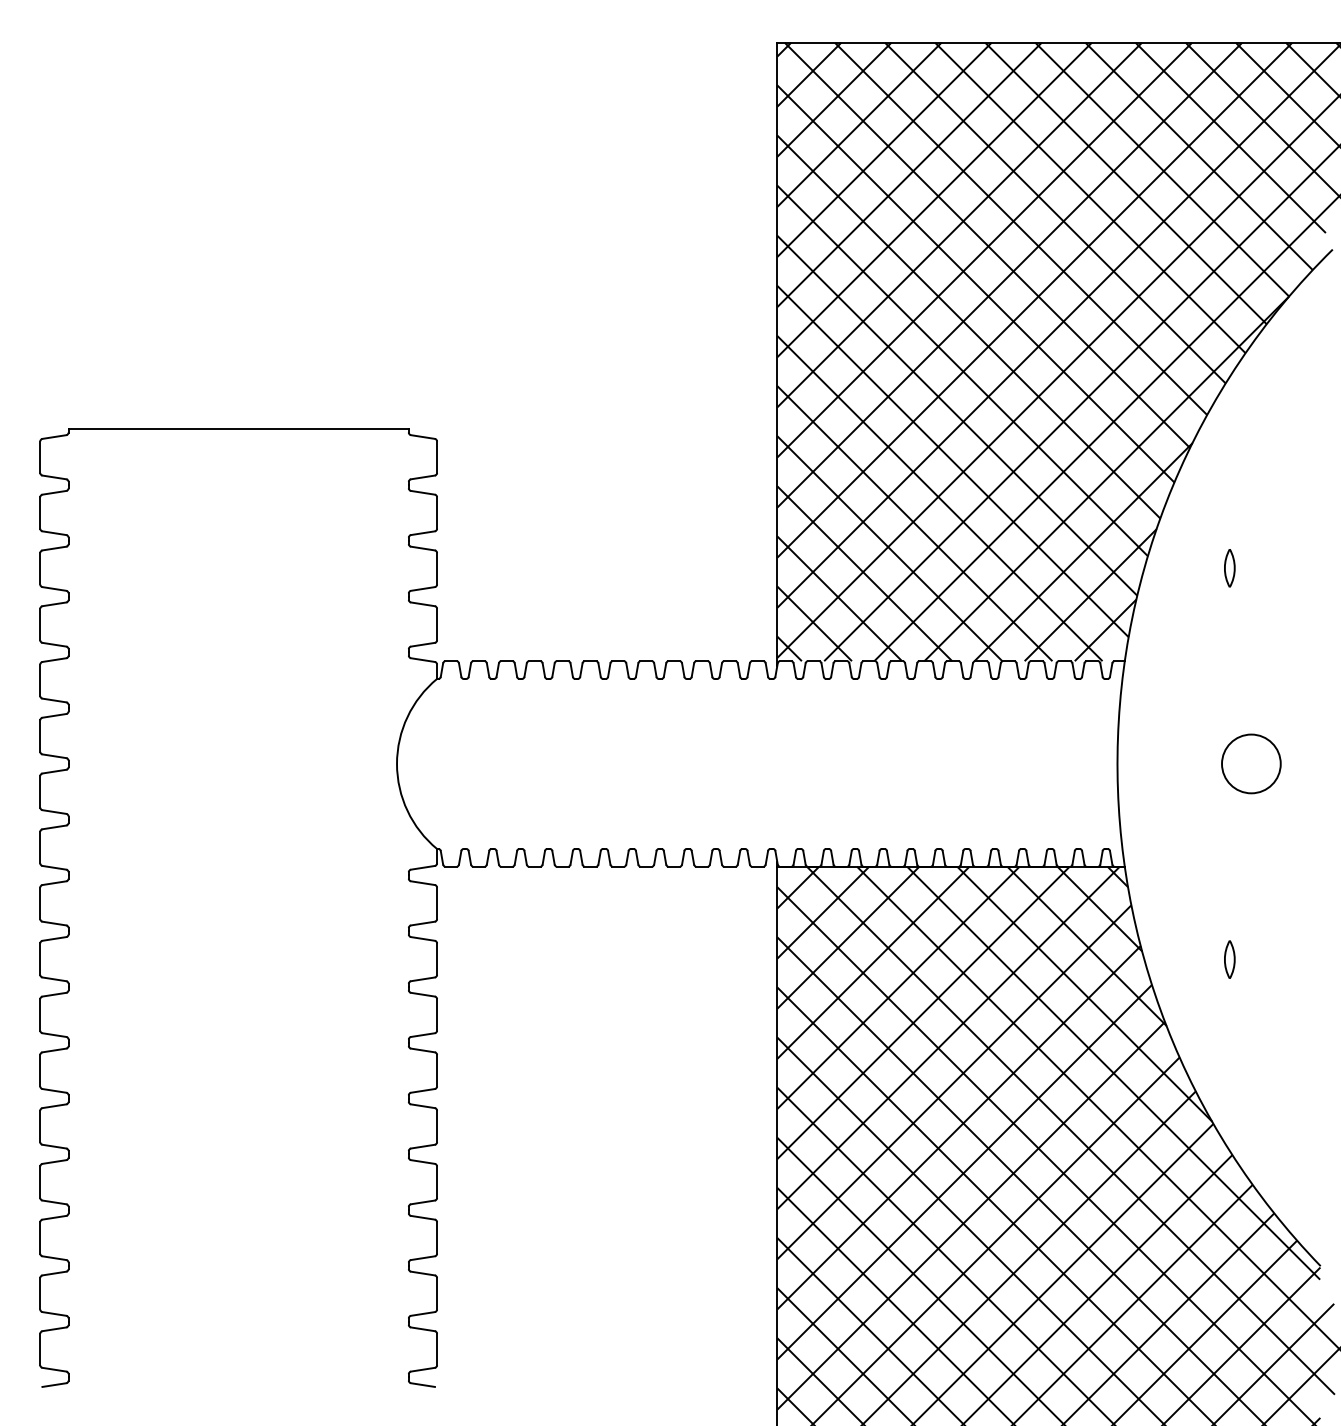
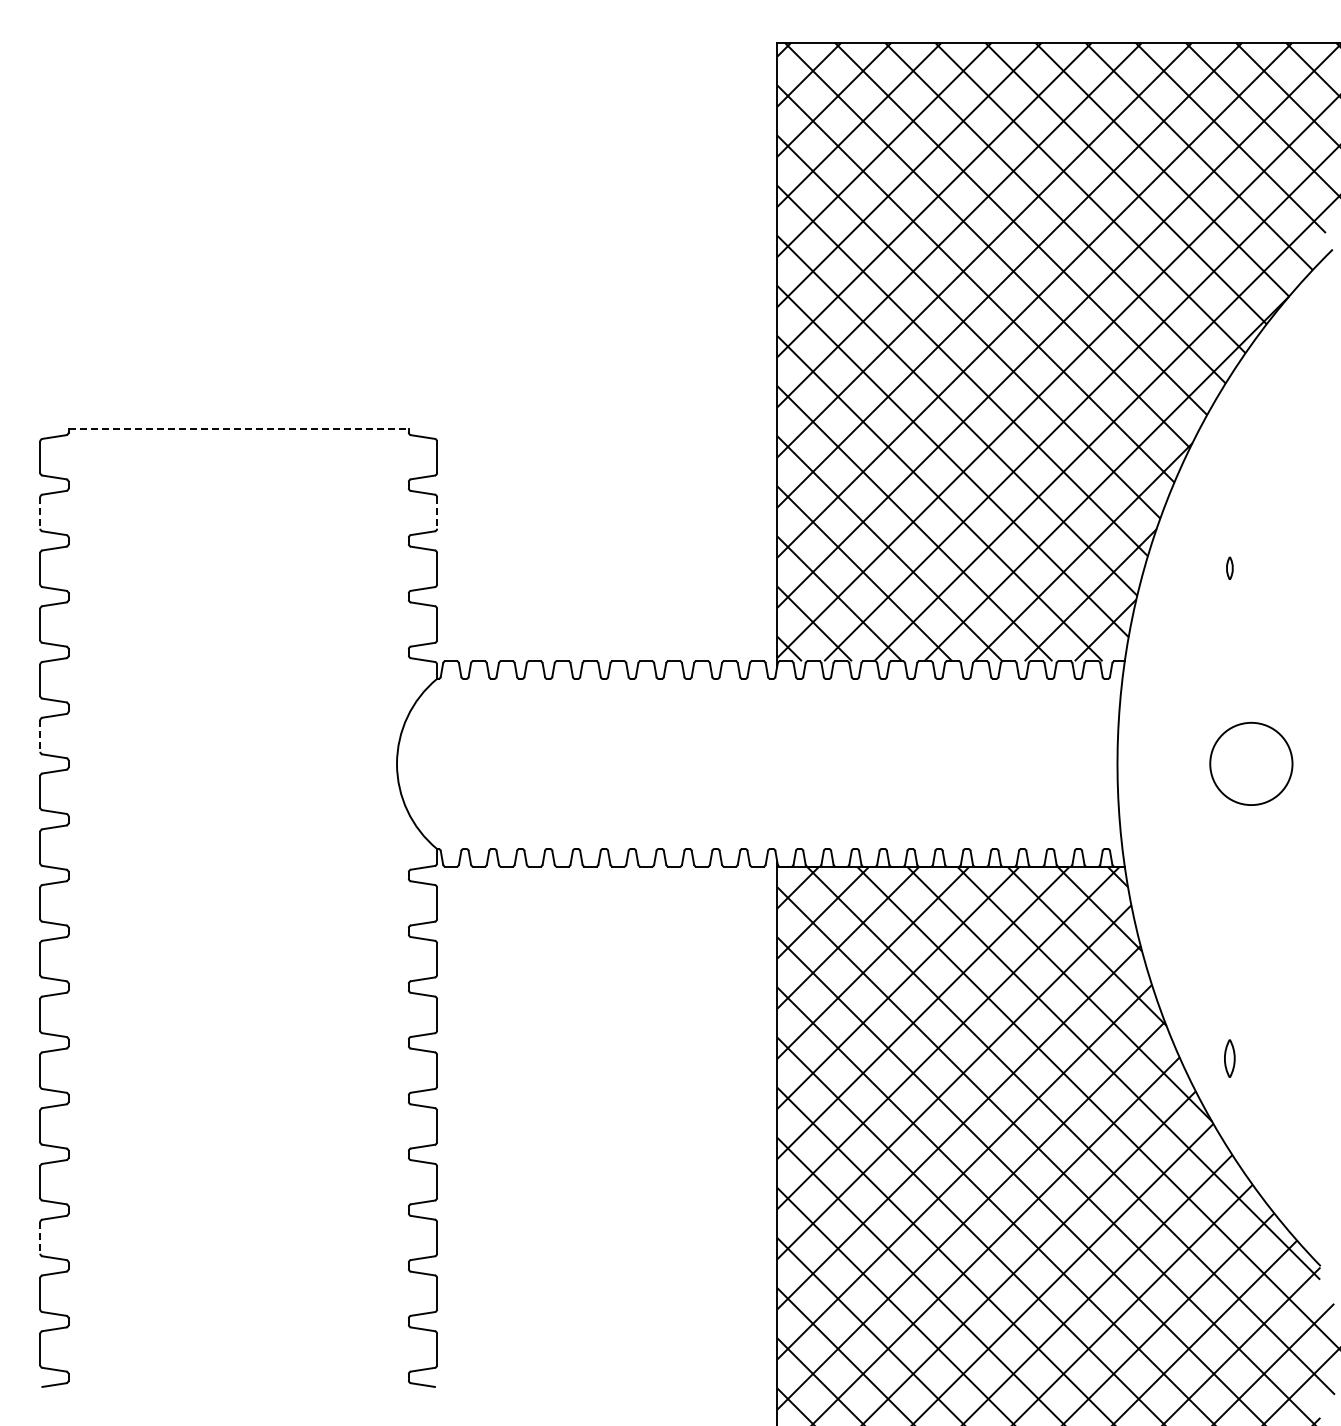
line at (239, 429): solid -> dashed
line at (40, 513): solid -> dashed
line at (437, 513): solid -> dashed
part at (1229, 568) size: 12x39 px -> 8x24 px
line at (40, 736): solid -> dashed
circle at (1251, 763) diameter: 59 px -> 82 px
part at (1229, 959) position: (1229, 959) -> (1229, 1058)
line at (40, 1237): solid -> dashed
